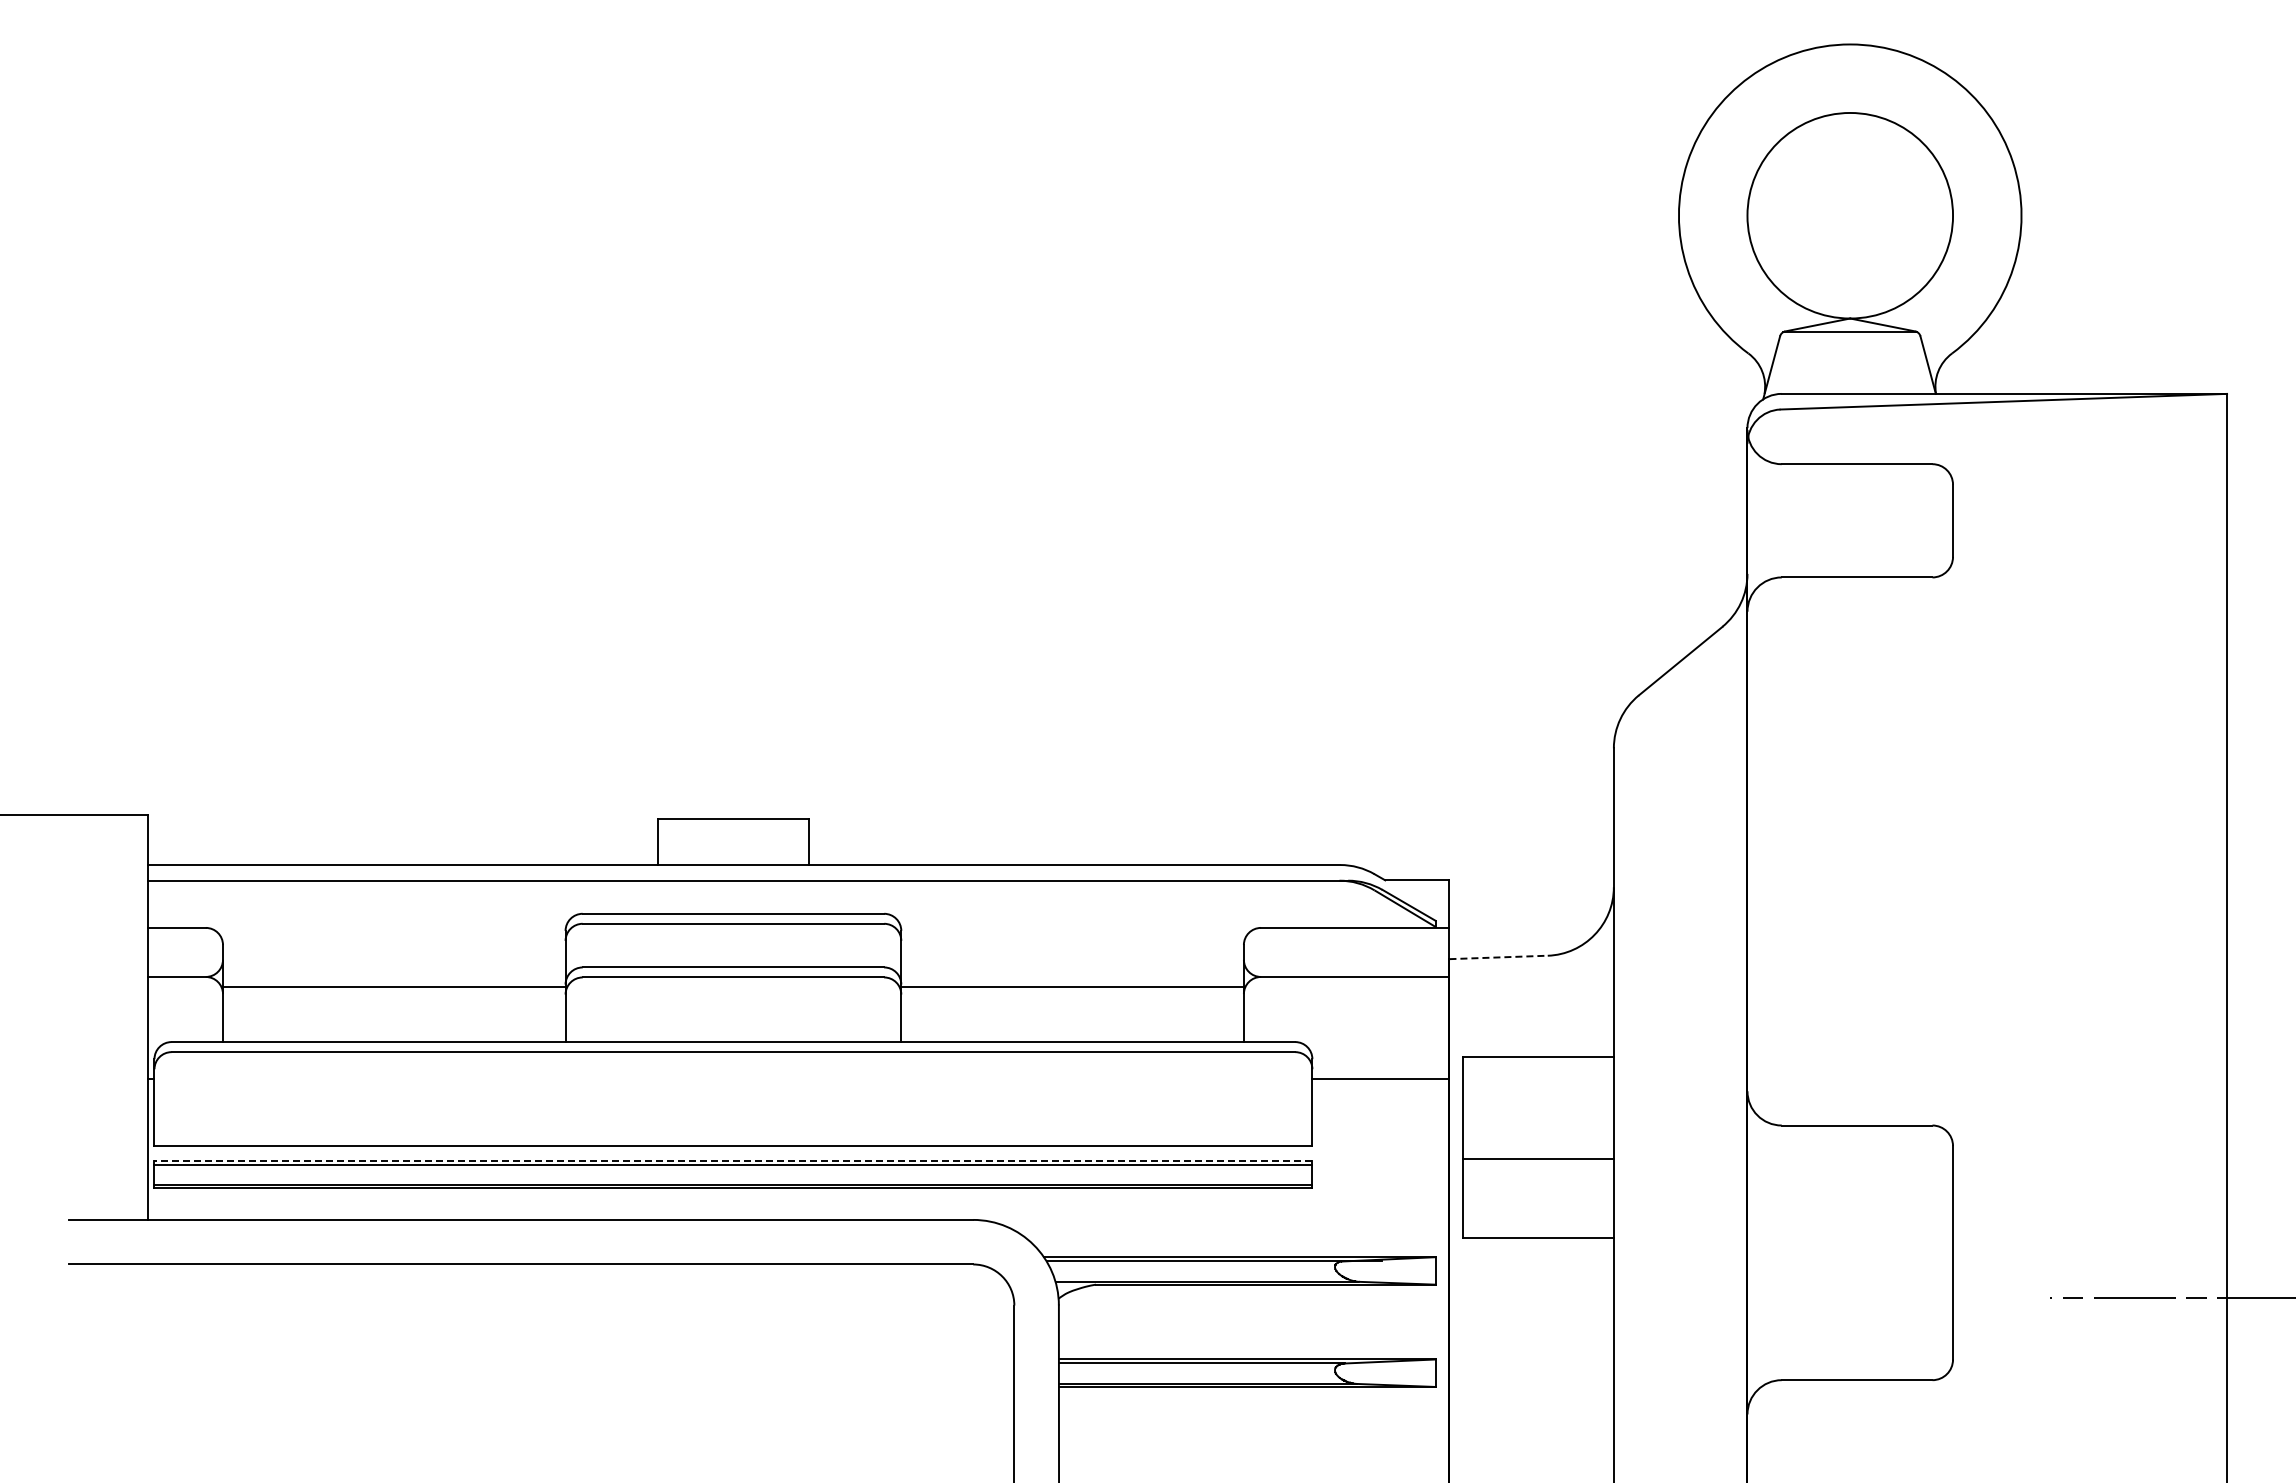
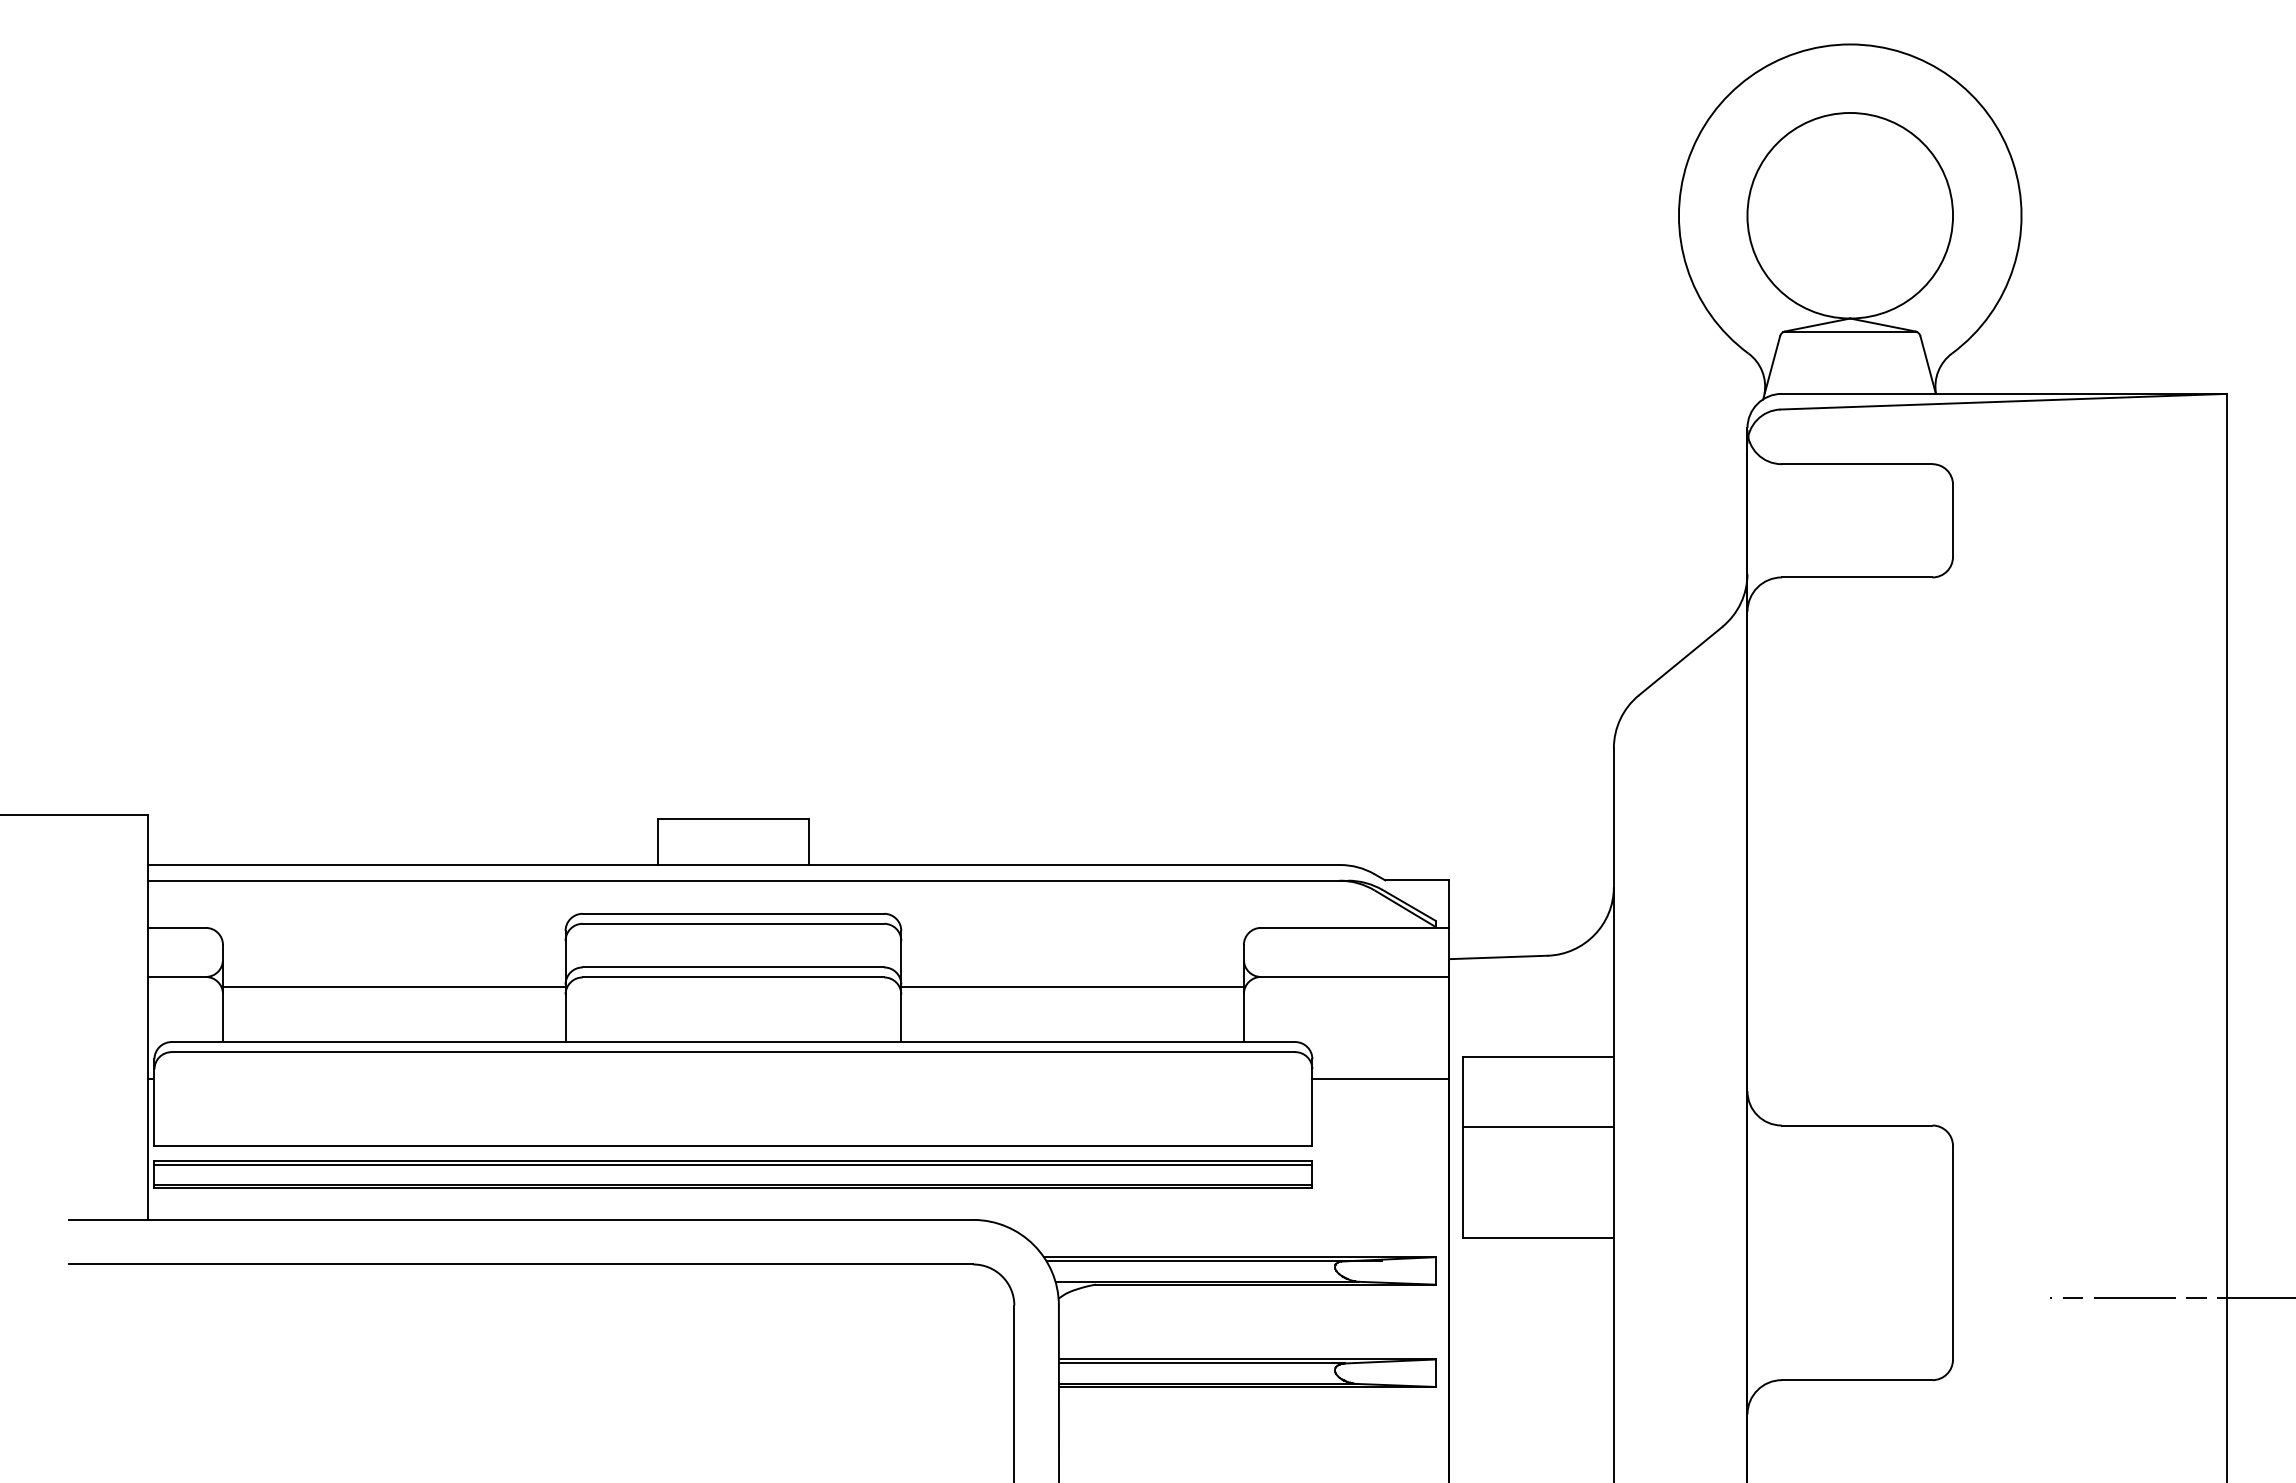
line at (1499, 957): dashed -> solid
line at (1538, 1159) position: (1538, 1159) -> (1538, 1127)
line at (733, 1160): dashed -> solid
